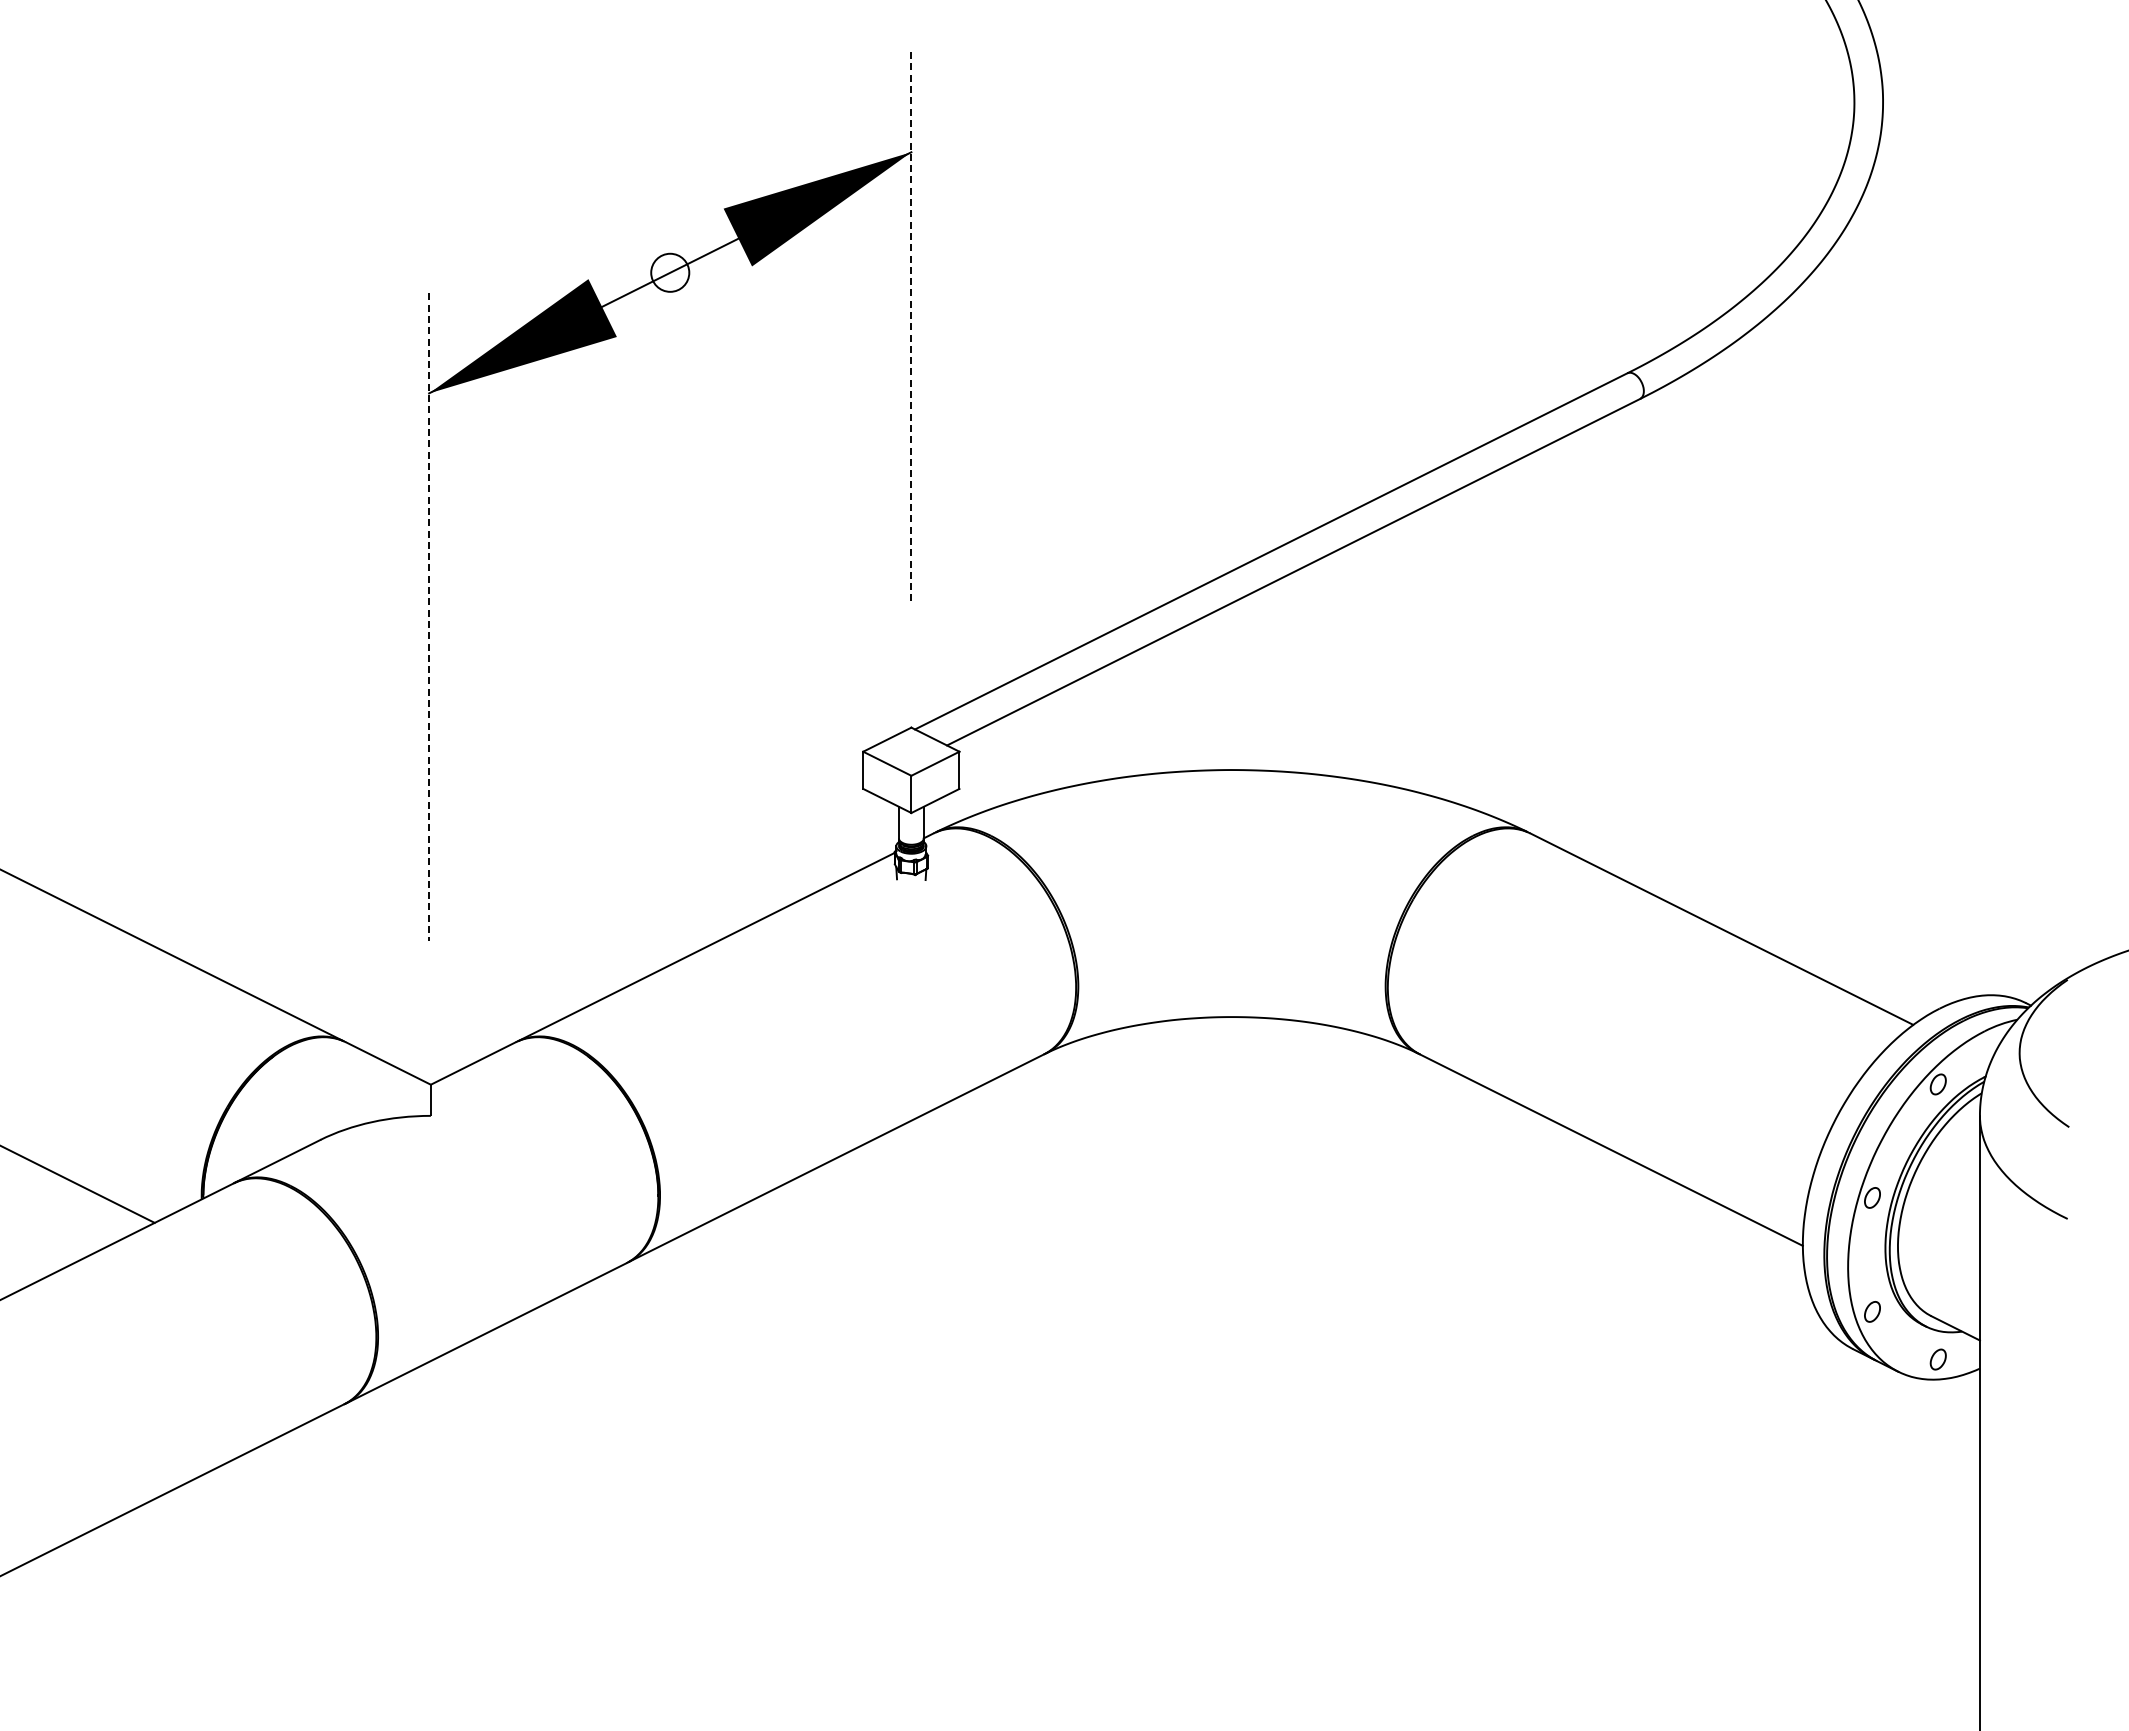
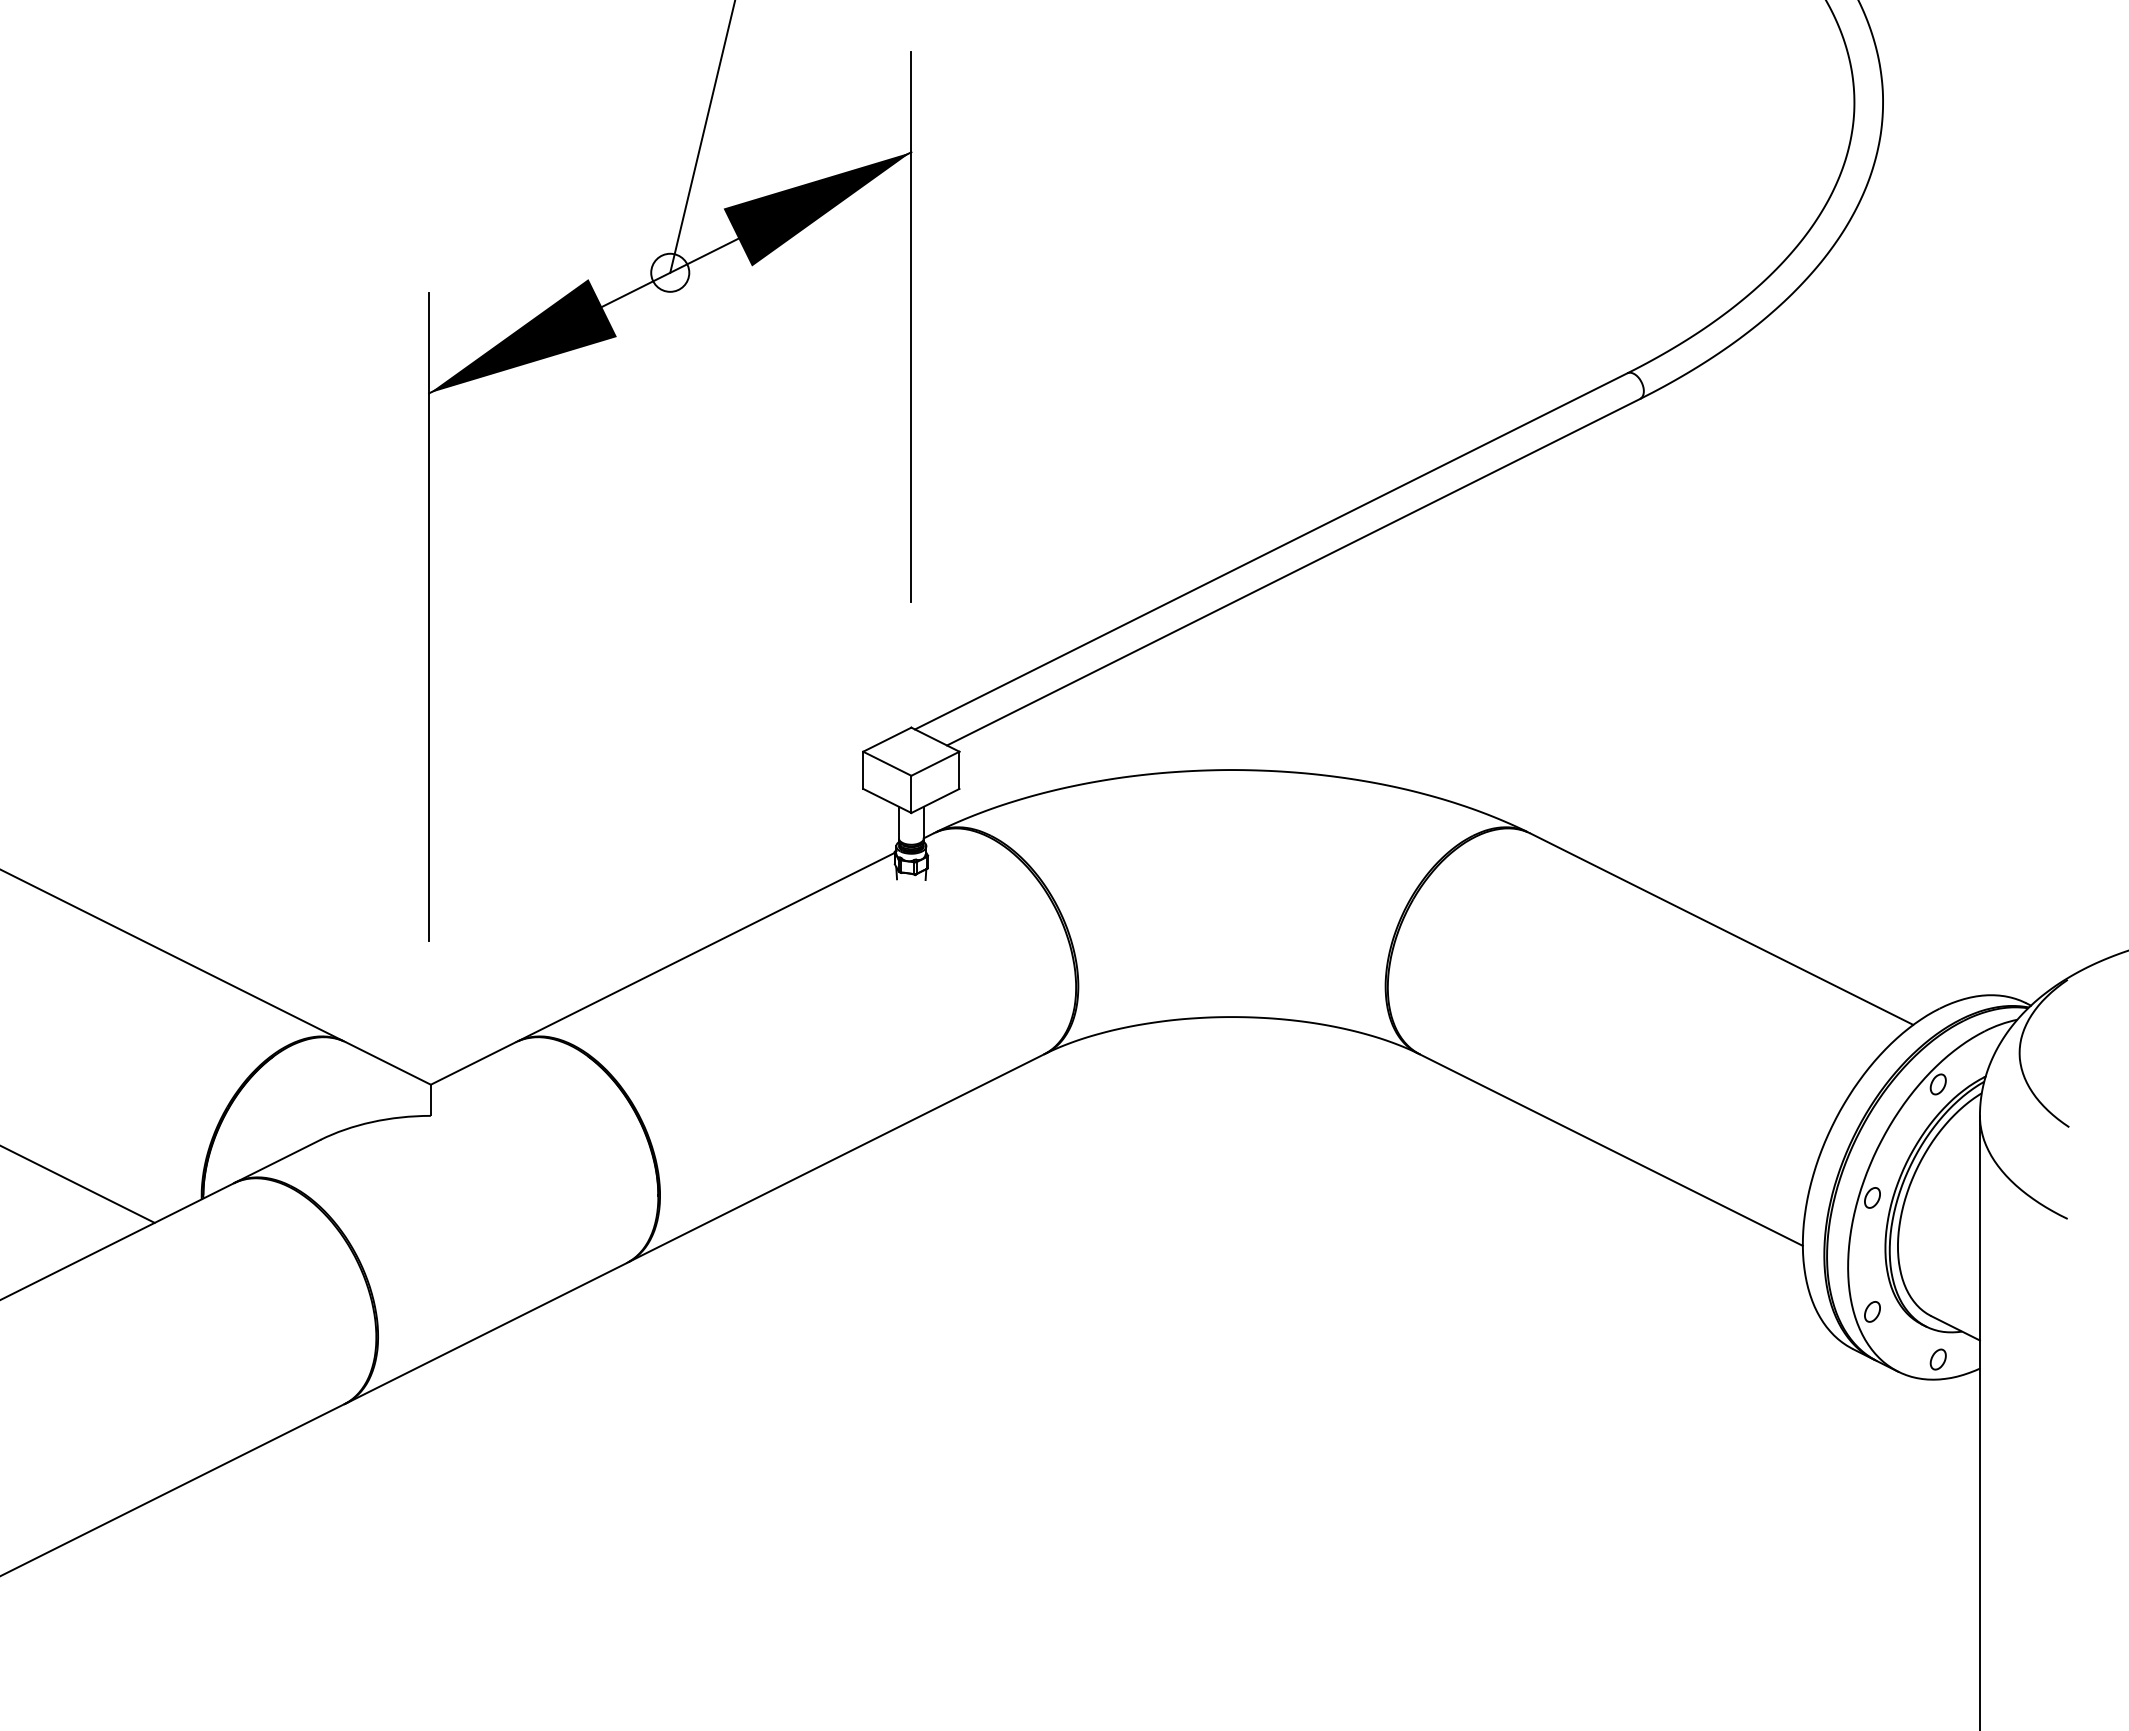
line at (702, 137): none -> present
line at (911, 327): dashed -> solid
line at (429, 617): dashed -> solid
